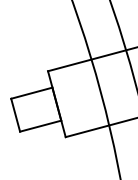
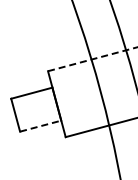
line at (93, 59): solid -> dashed
line at (41, 126): solid -> dashed
